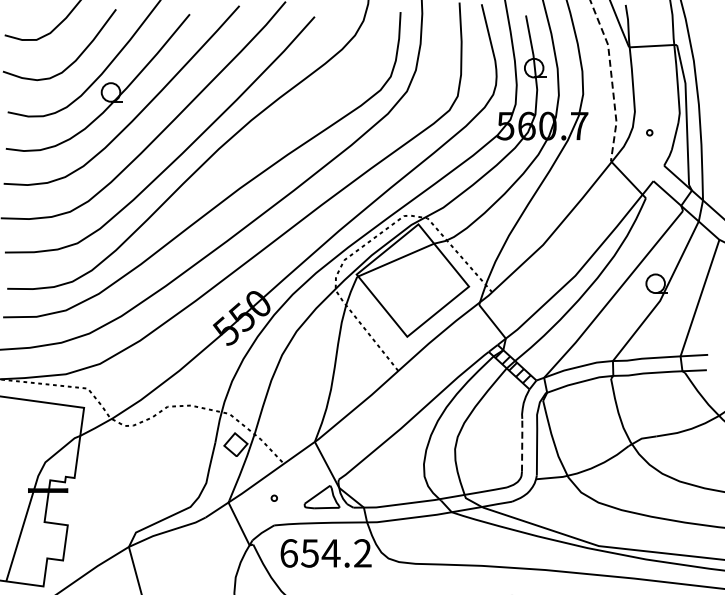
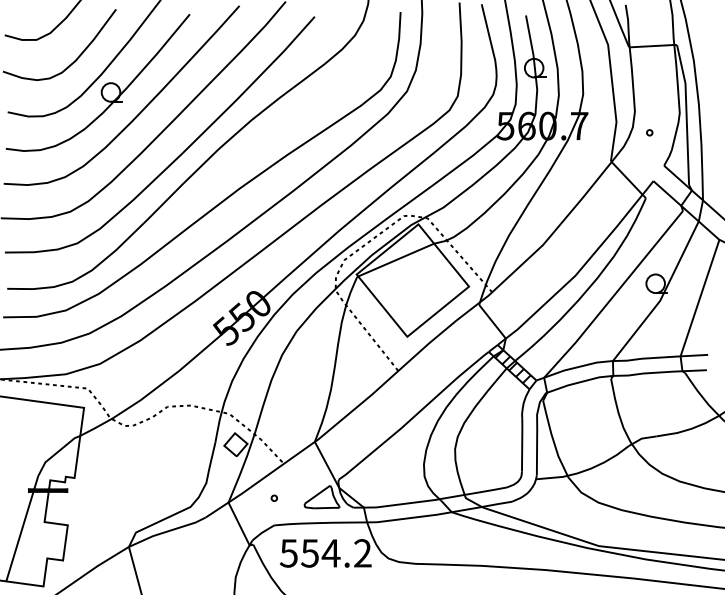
line at (611, 79): dashed -> solid
line at (522, 443): dashed -> solid
text at (288, 553): 654.2 -> 554.2
